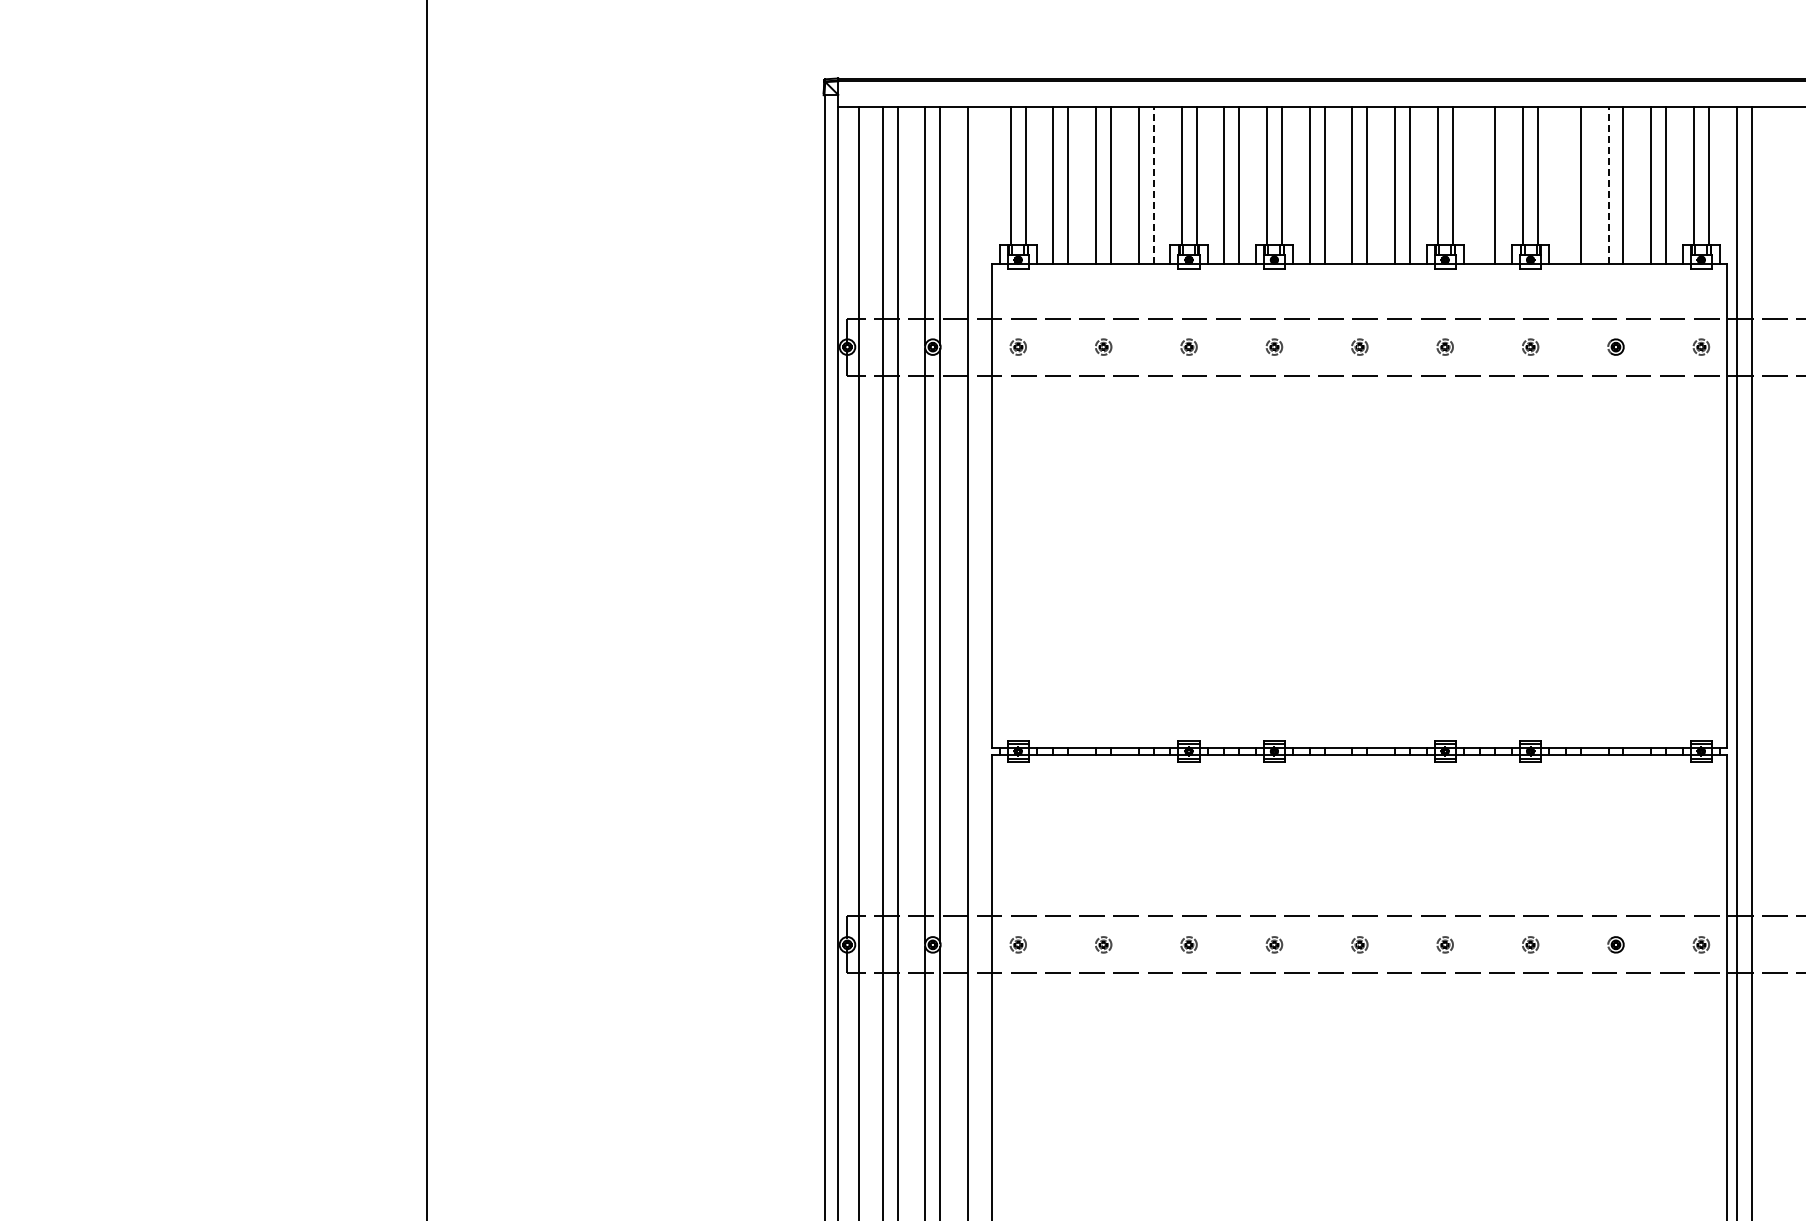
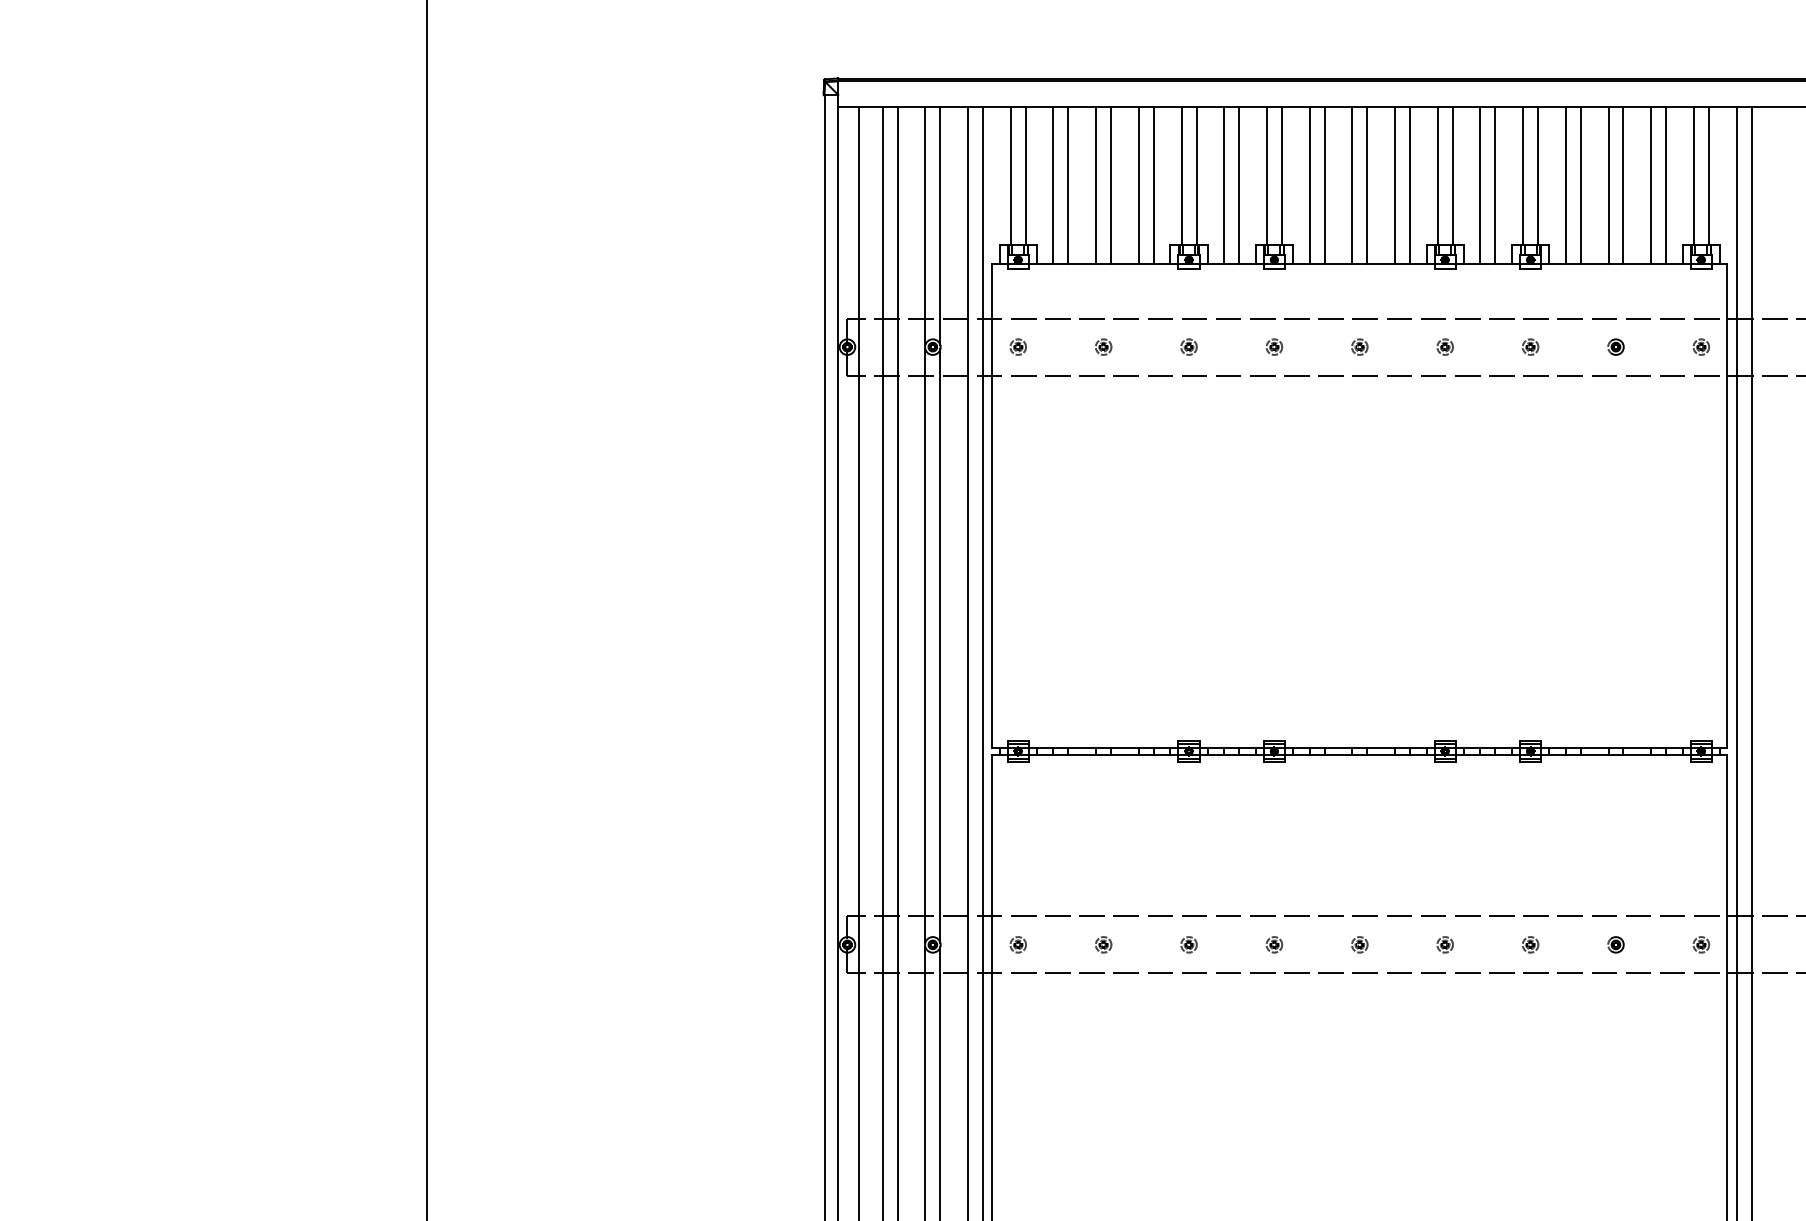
line at (1480, 184): none -> present
line at (1565, 184): none -> present
line at (1153, 185): dashed -> solid
line at (1608, 185): dashed -> solid
line at (983, 661): none -> present
